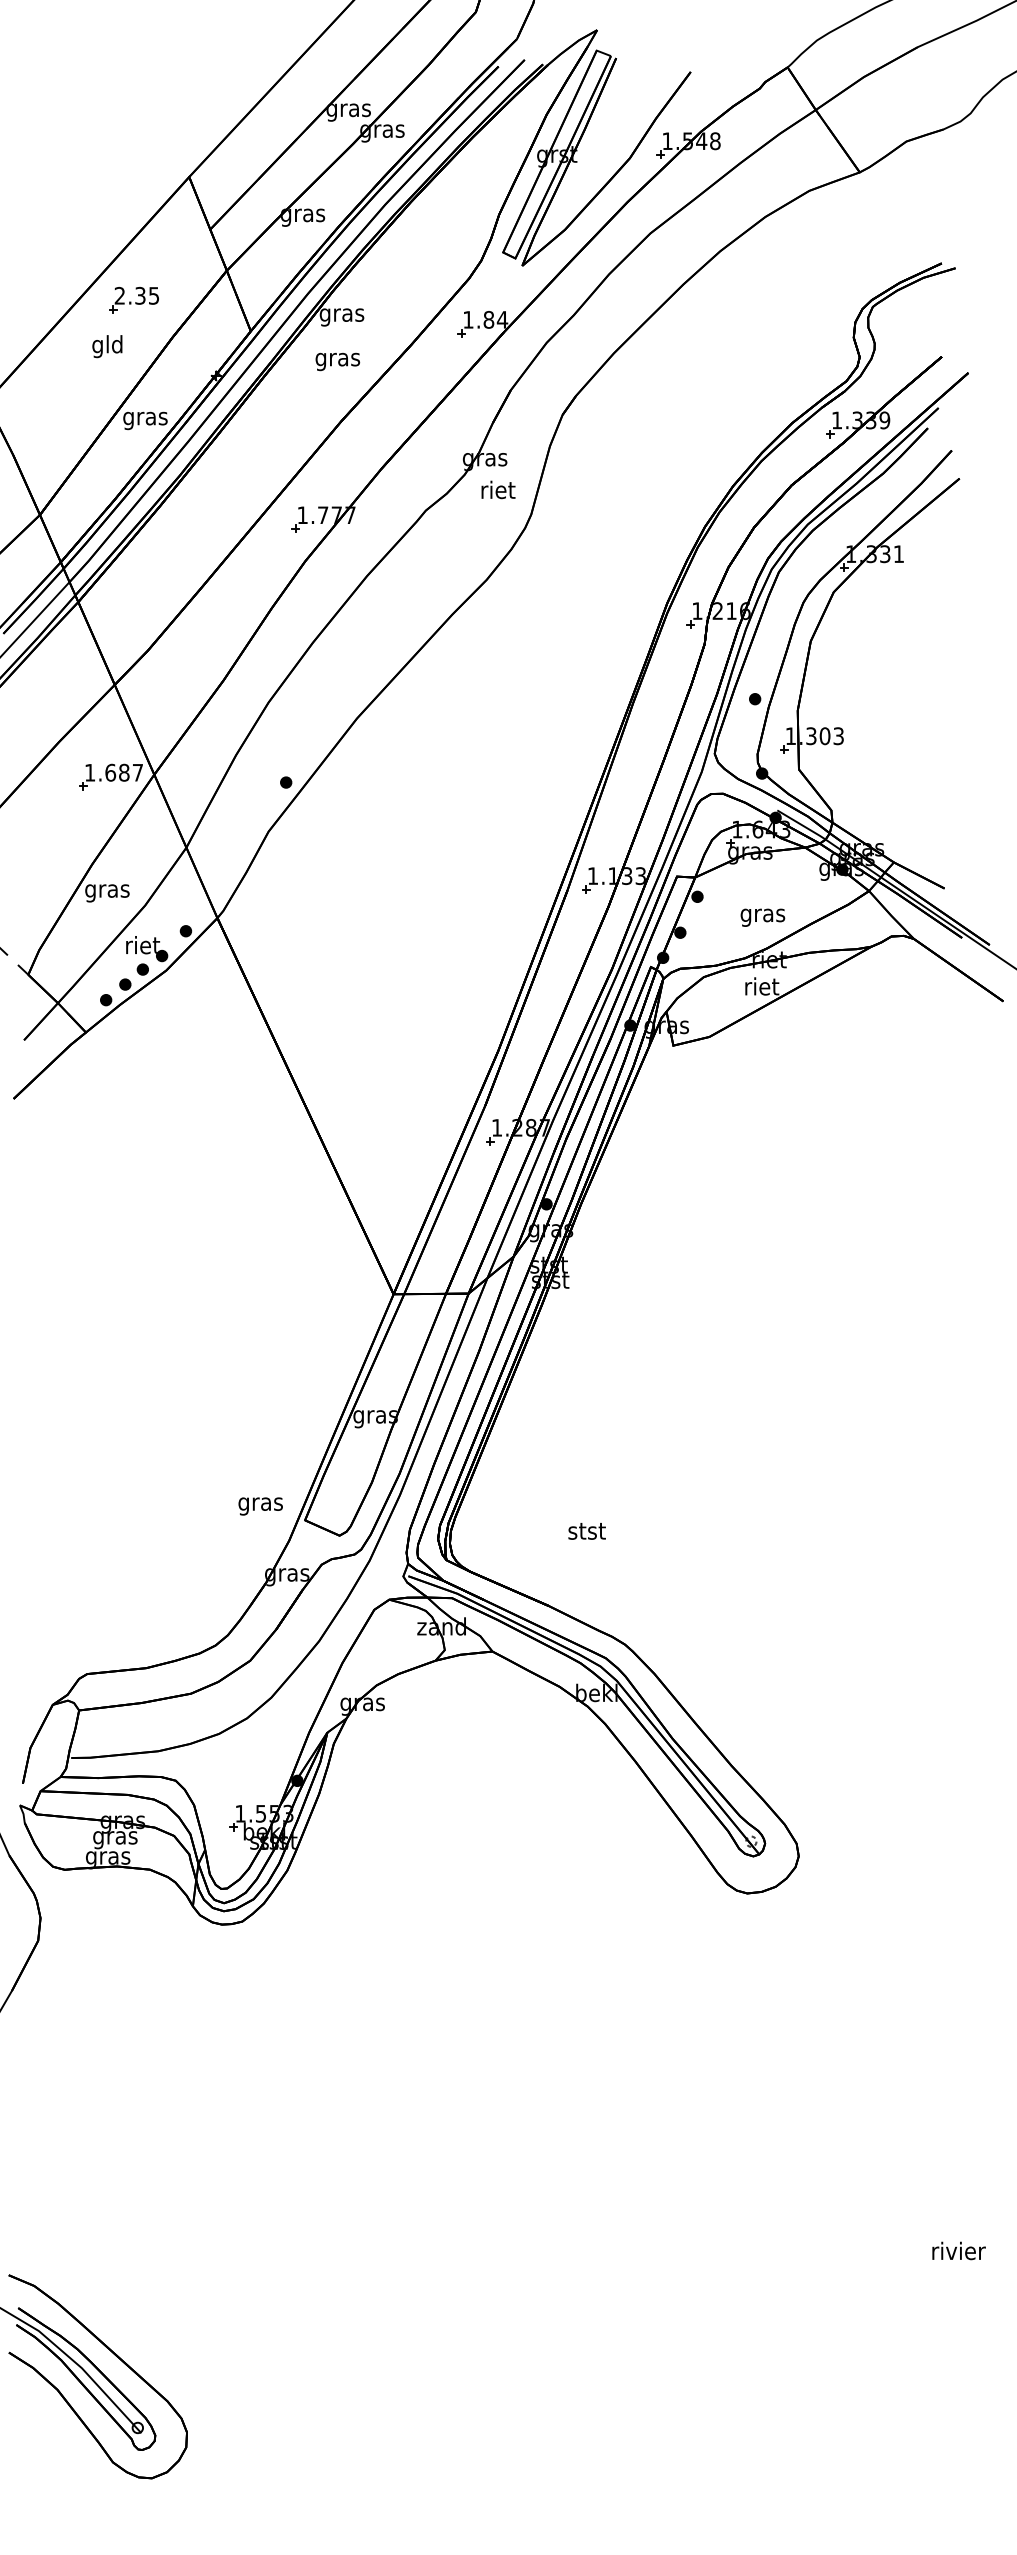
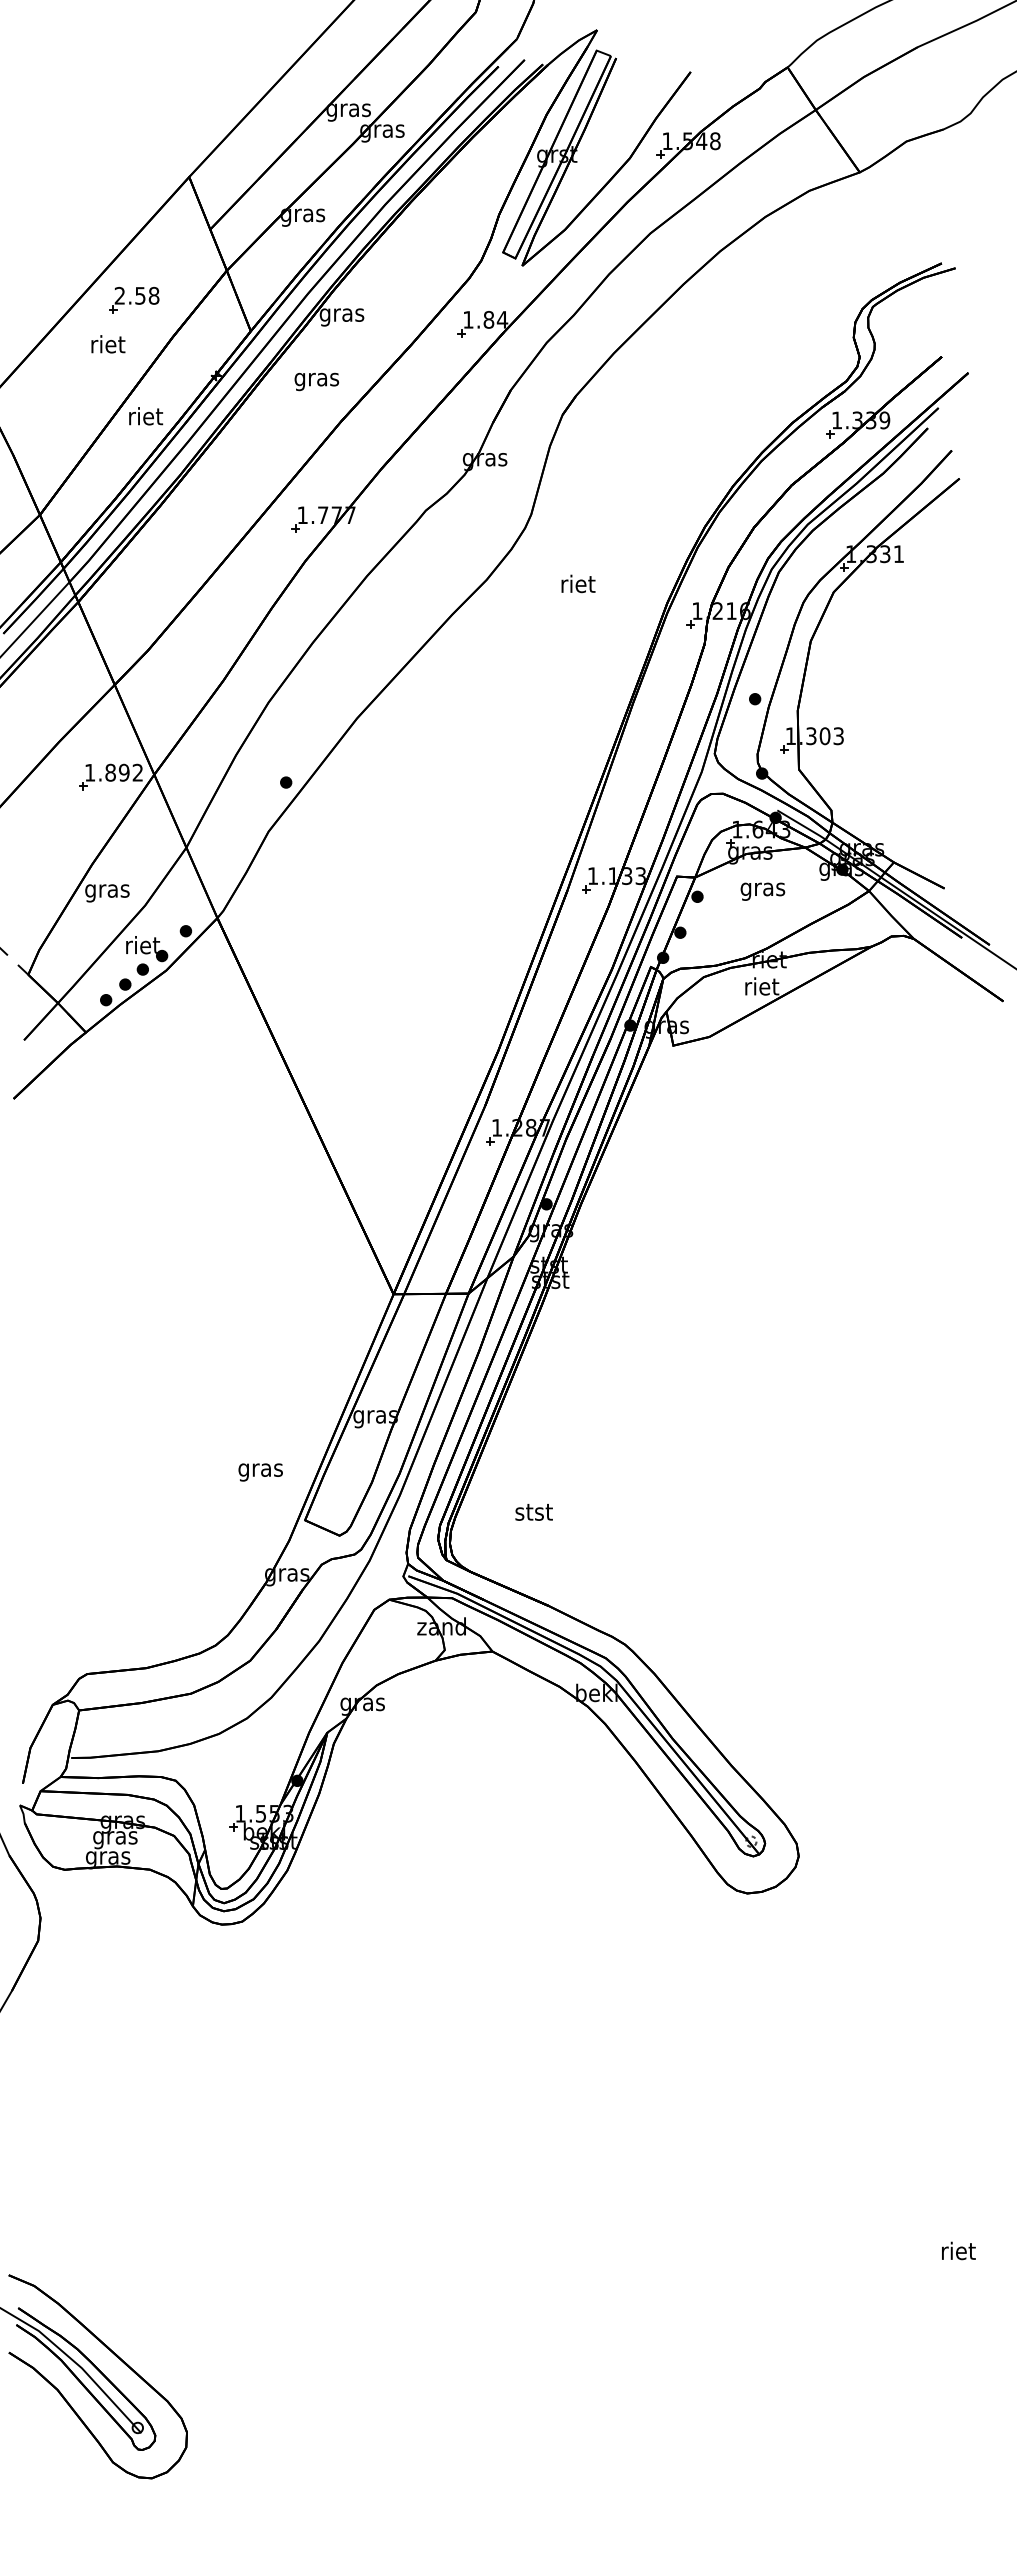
text at (147, 295): 2.35 -> 2.58
text at (108, 346): gld -> riet
text at (337, 361) position: (337, 361) -> (316, 381)
text at (145, 418): gras -> riet
text at (498, 489) position: (498, 489) -> (578, 583)
text at (123, 772): 1.687 -> 1.892
text at (762, 917) position: (762, 917) -> (762, 891)
text at (260, 1506) position: (260, 1506) -> (260, 1472)
text at (586, 1531) position: (586, 1531) -> (533, 1512)
text at (958, 2250): rivier -> riet
